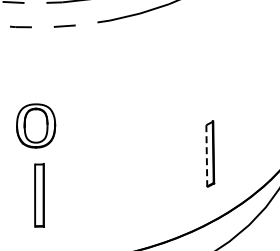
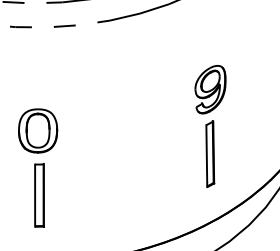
part at (210, 89): none -> present
part at (36, 125) position: (36, 125) -> (38, 130)
line at (206, 156): dashed -> solid
